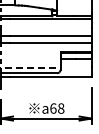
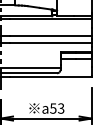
line at (30, 67): dashed -> solid
text at (57, 108): a68 -> a53
